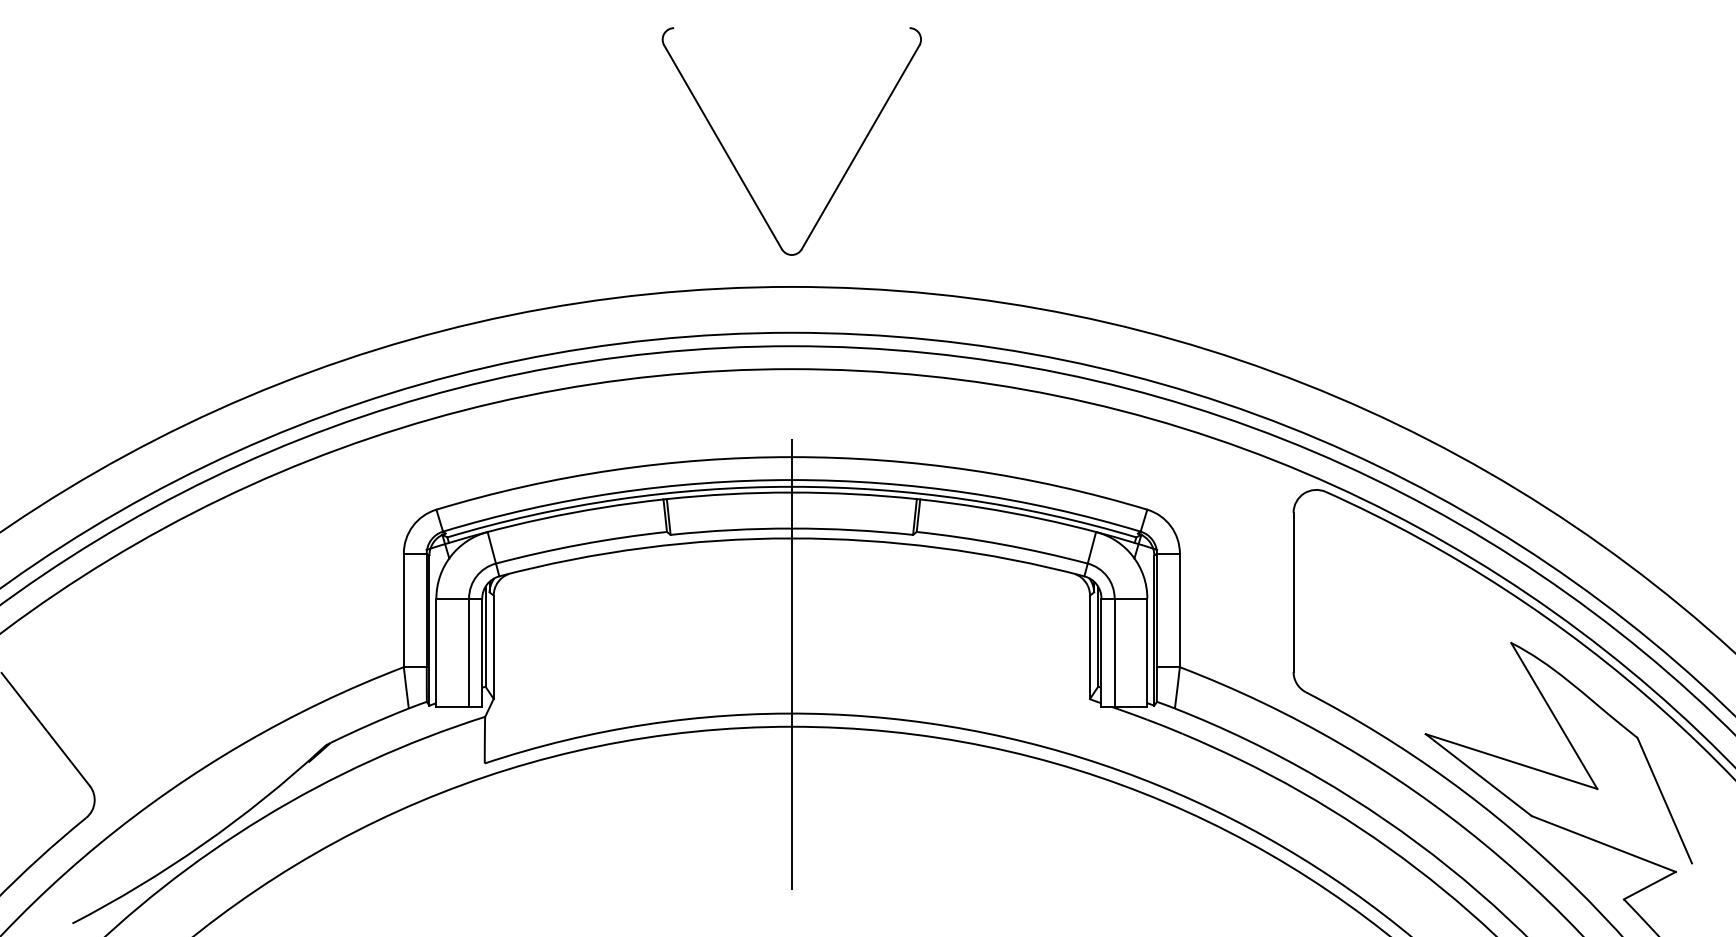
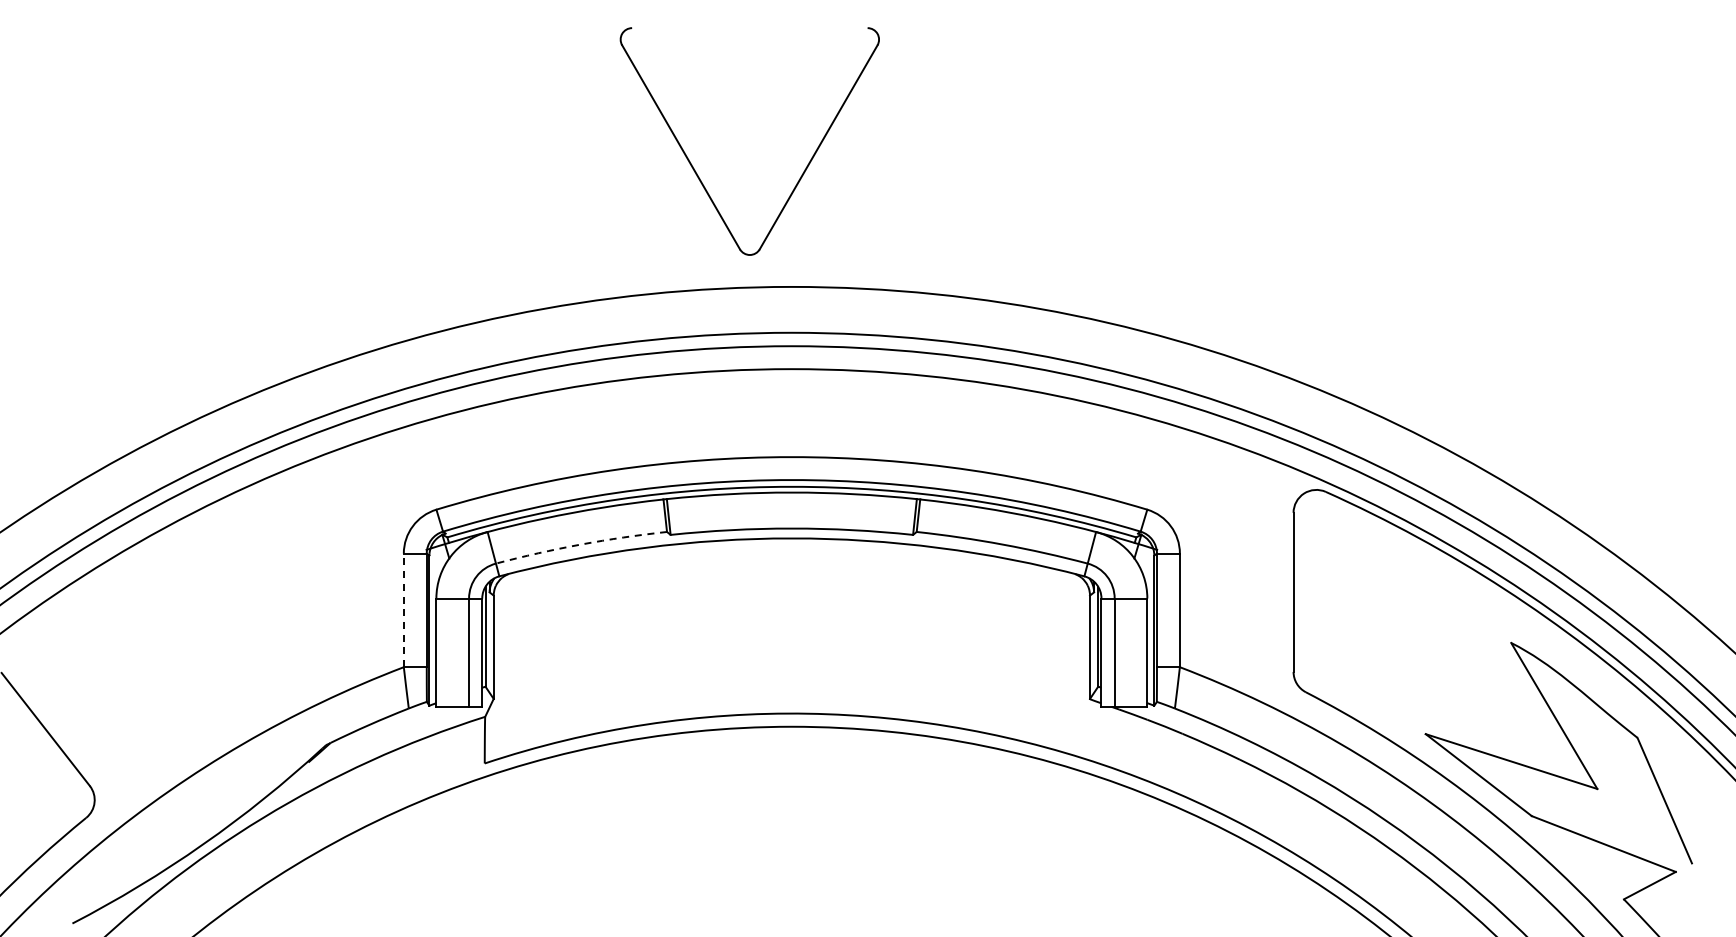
part at (738, 171) position: (738, 171) -> (696, 171)
arc at (580, 544): solid -> dashed
line at (403, 610): solid -> dashed
line at (791, 685): present -> none
